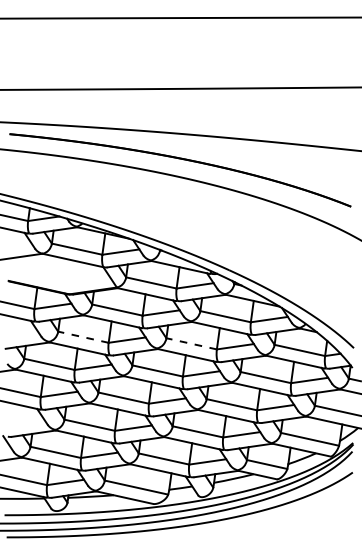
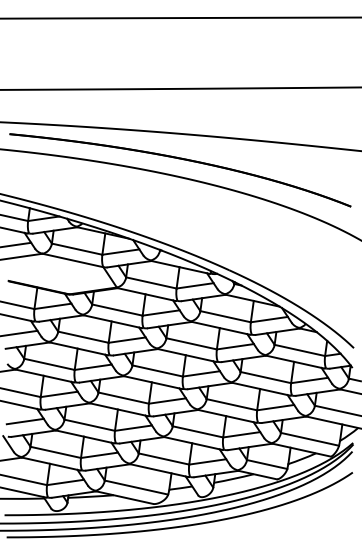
line at (16, 244): none -> present
line at (19, 332): none -> present
line at (83, 337): dashed -> solid
line at (191, 343): dashed -> solid
line at (24, 421): none -> present
